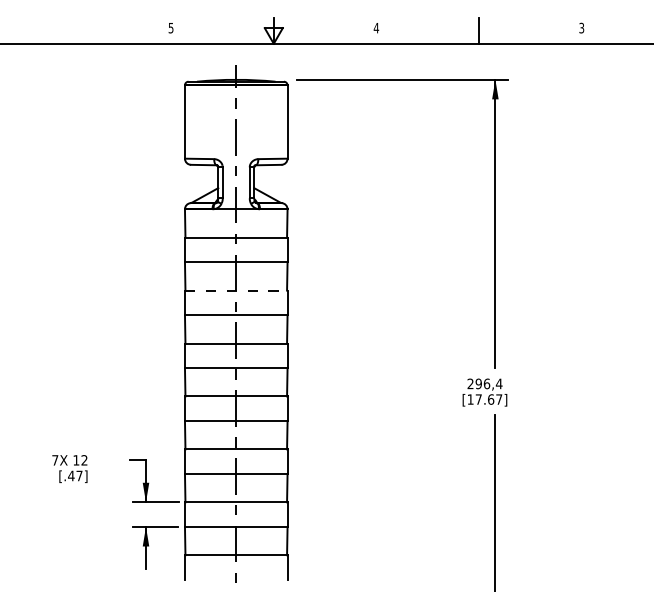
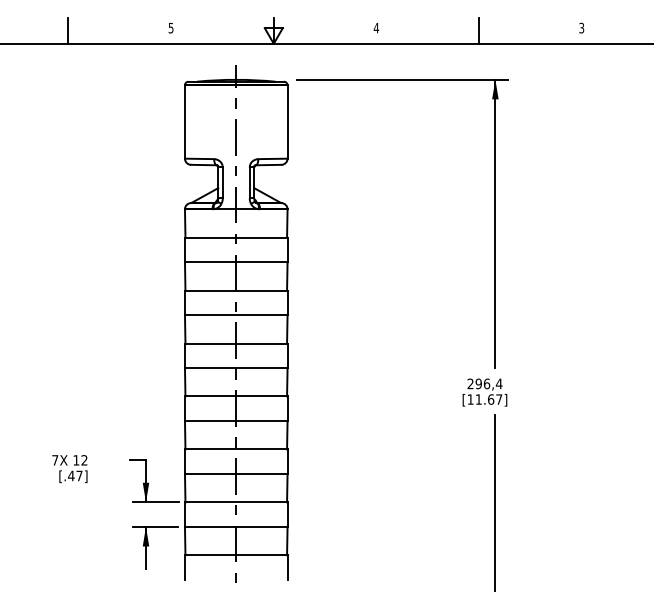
line at (68, 30): none -> present
line at (236, 290): dashed -> solid
text at (478, 399): [17.67] -> [11.67]
